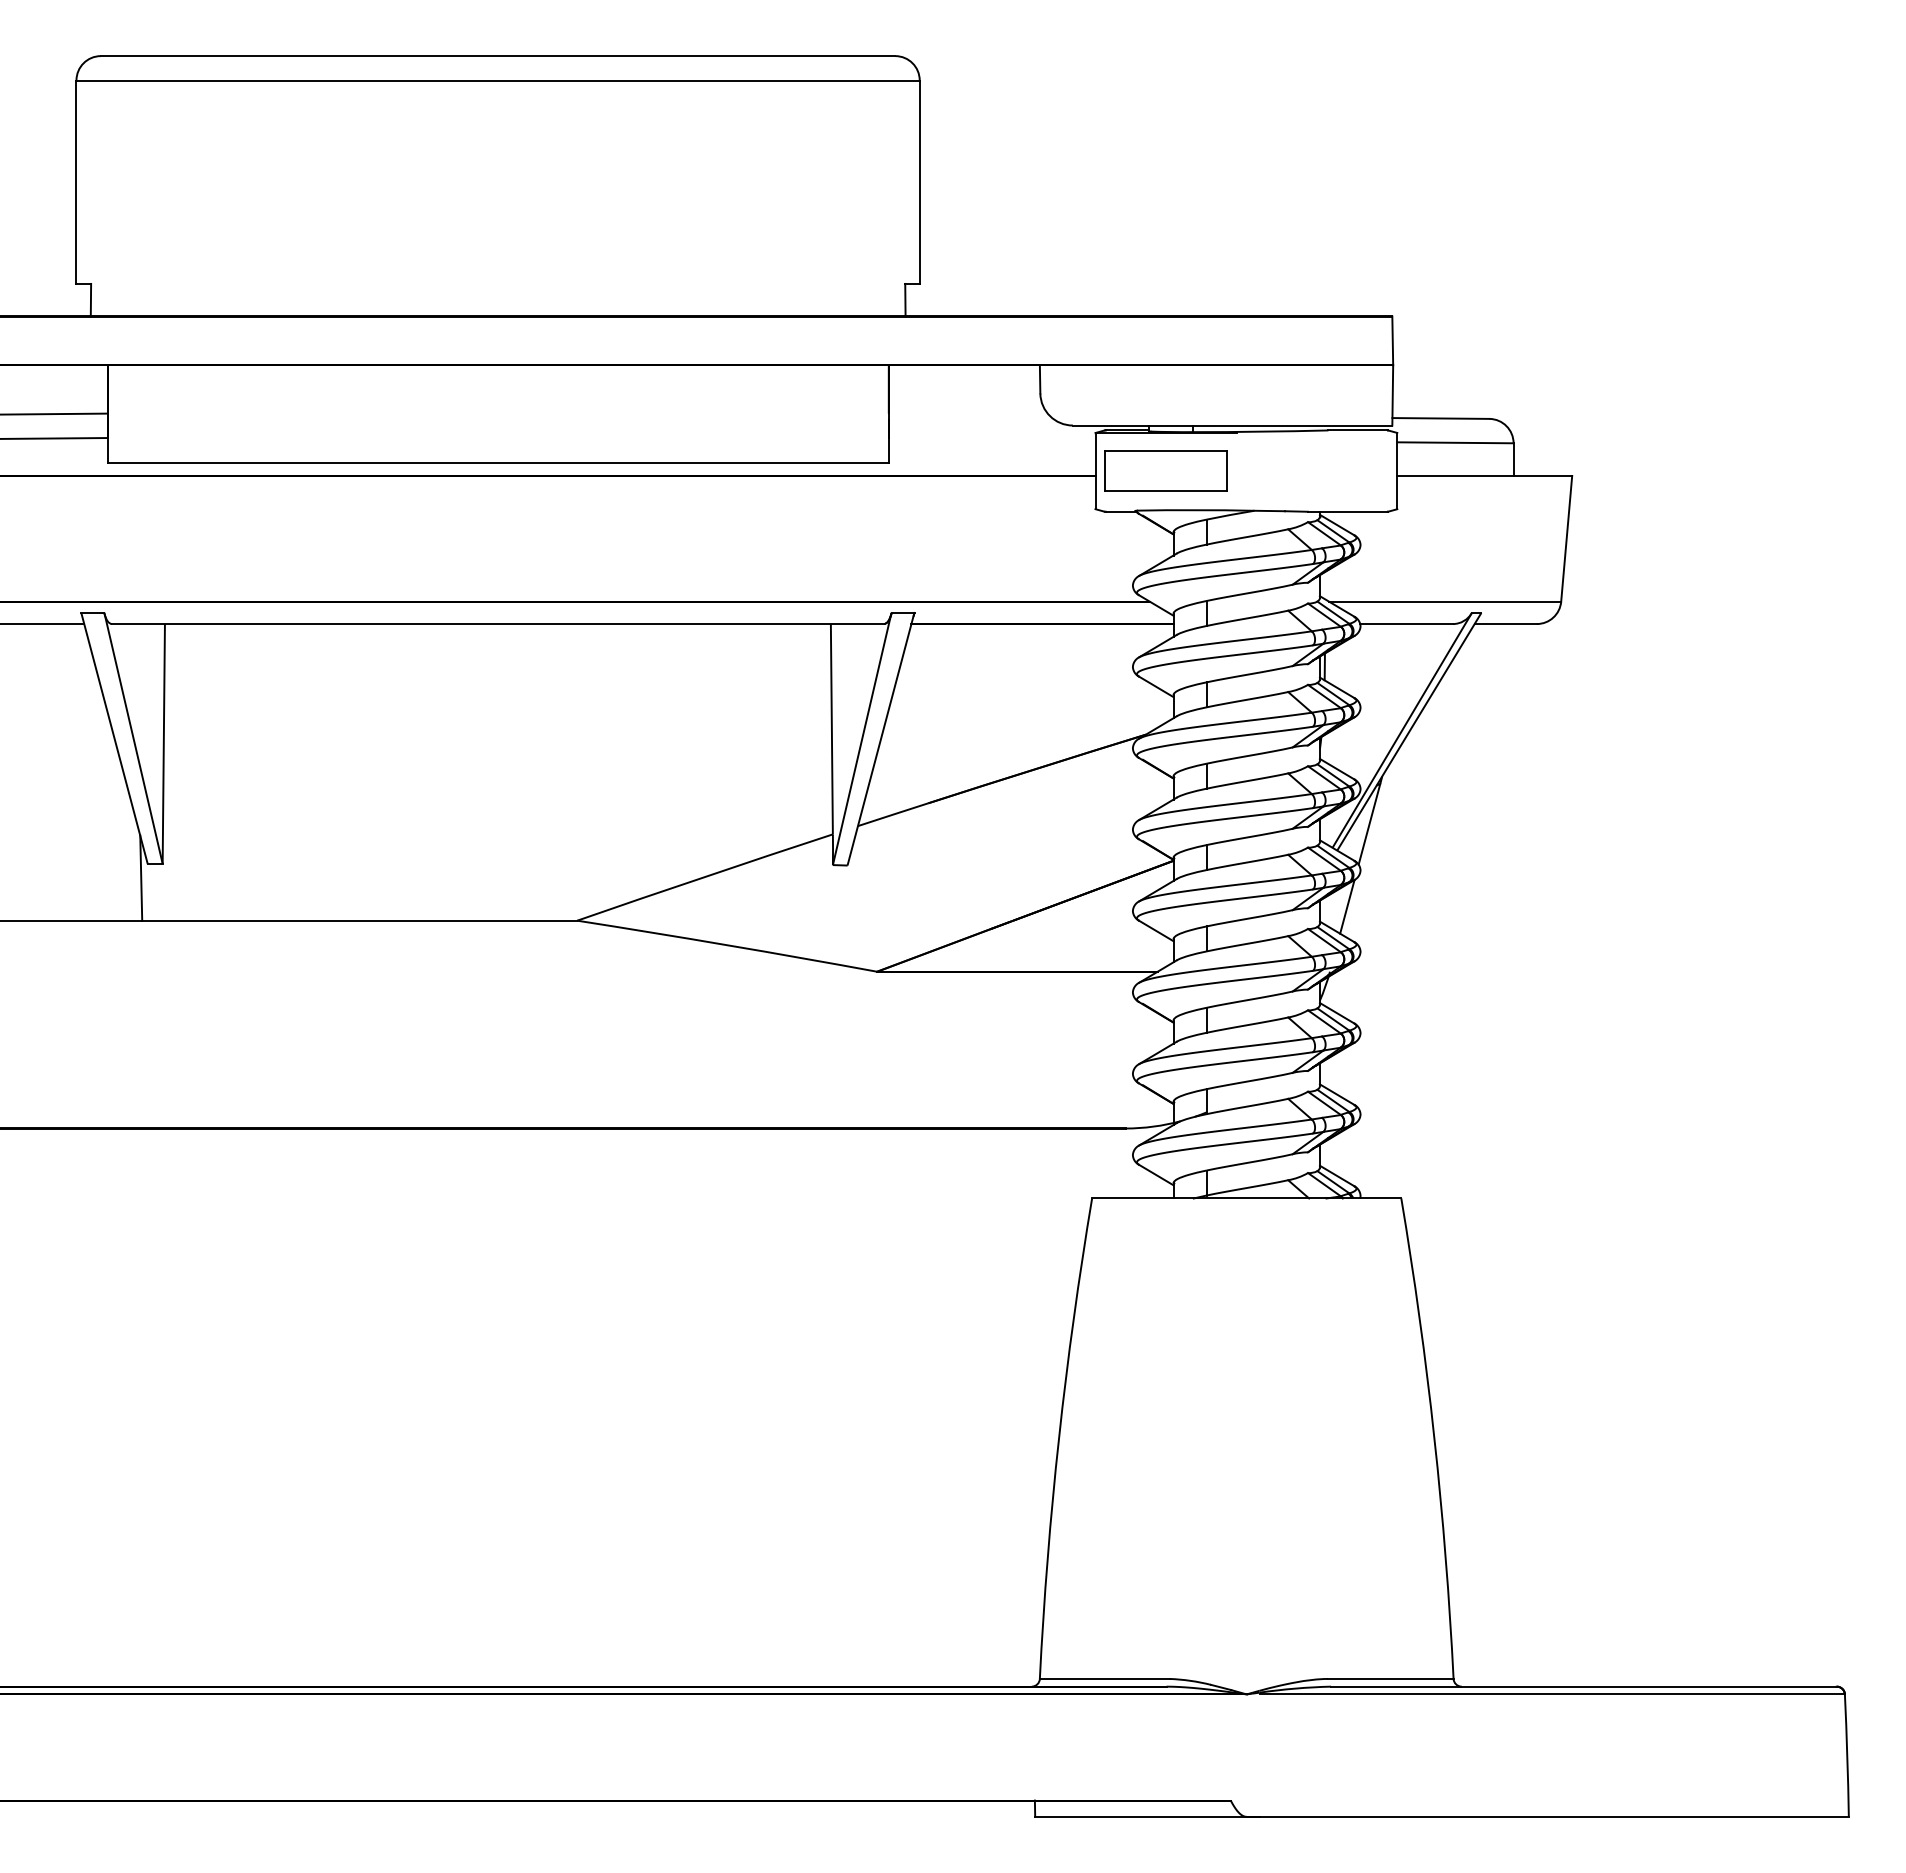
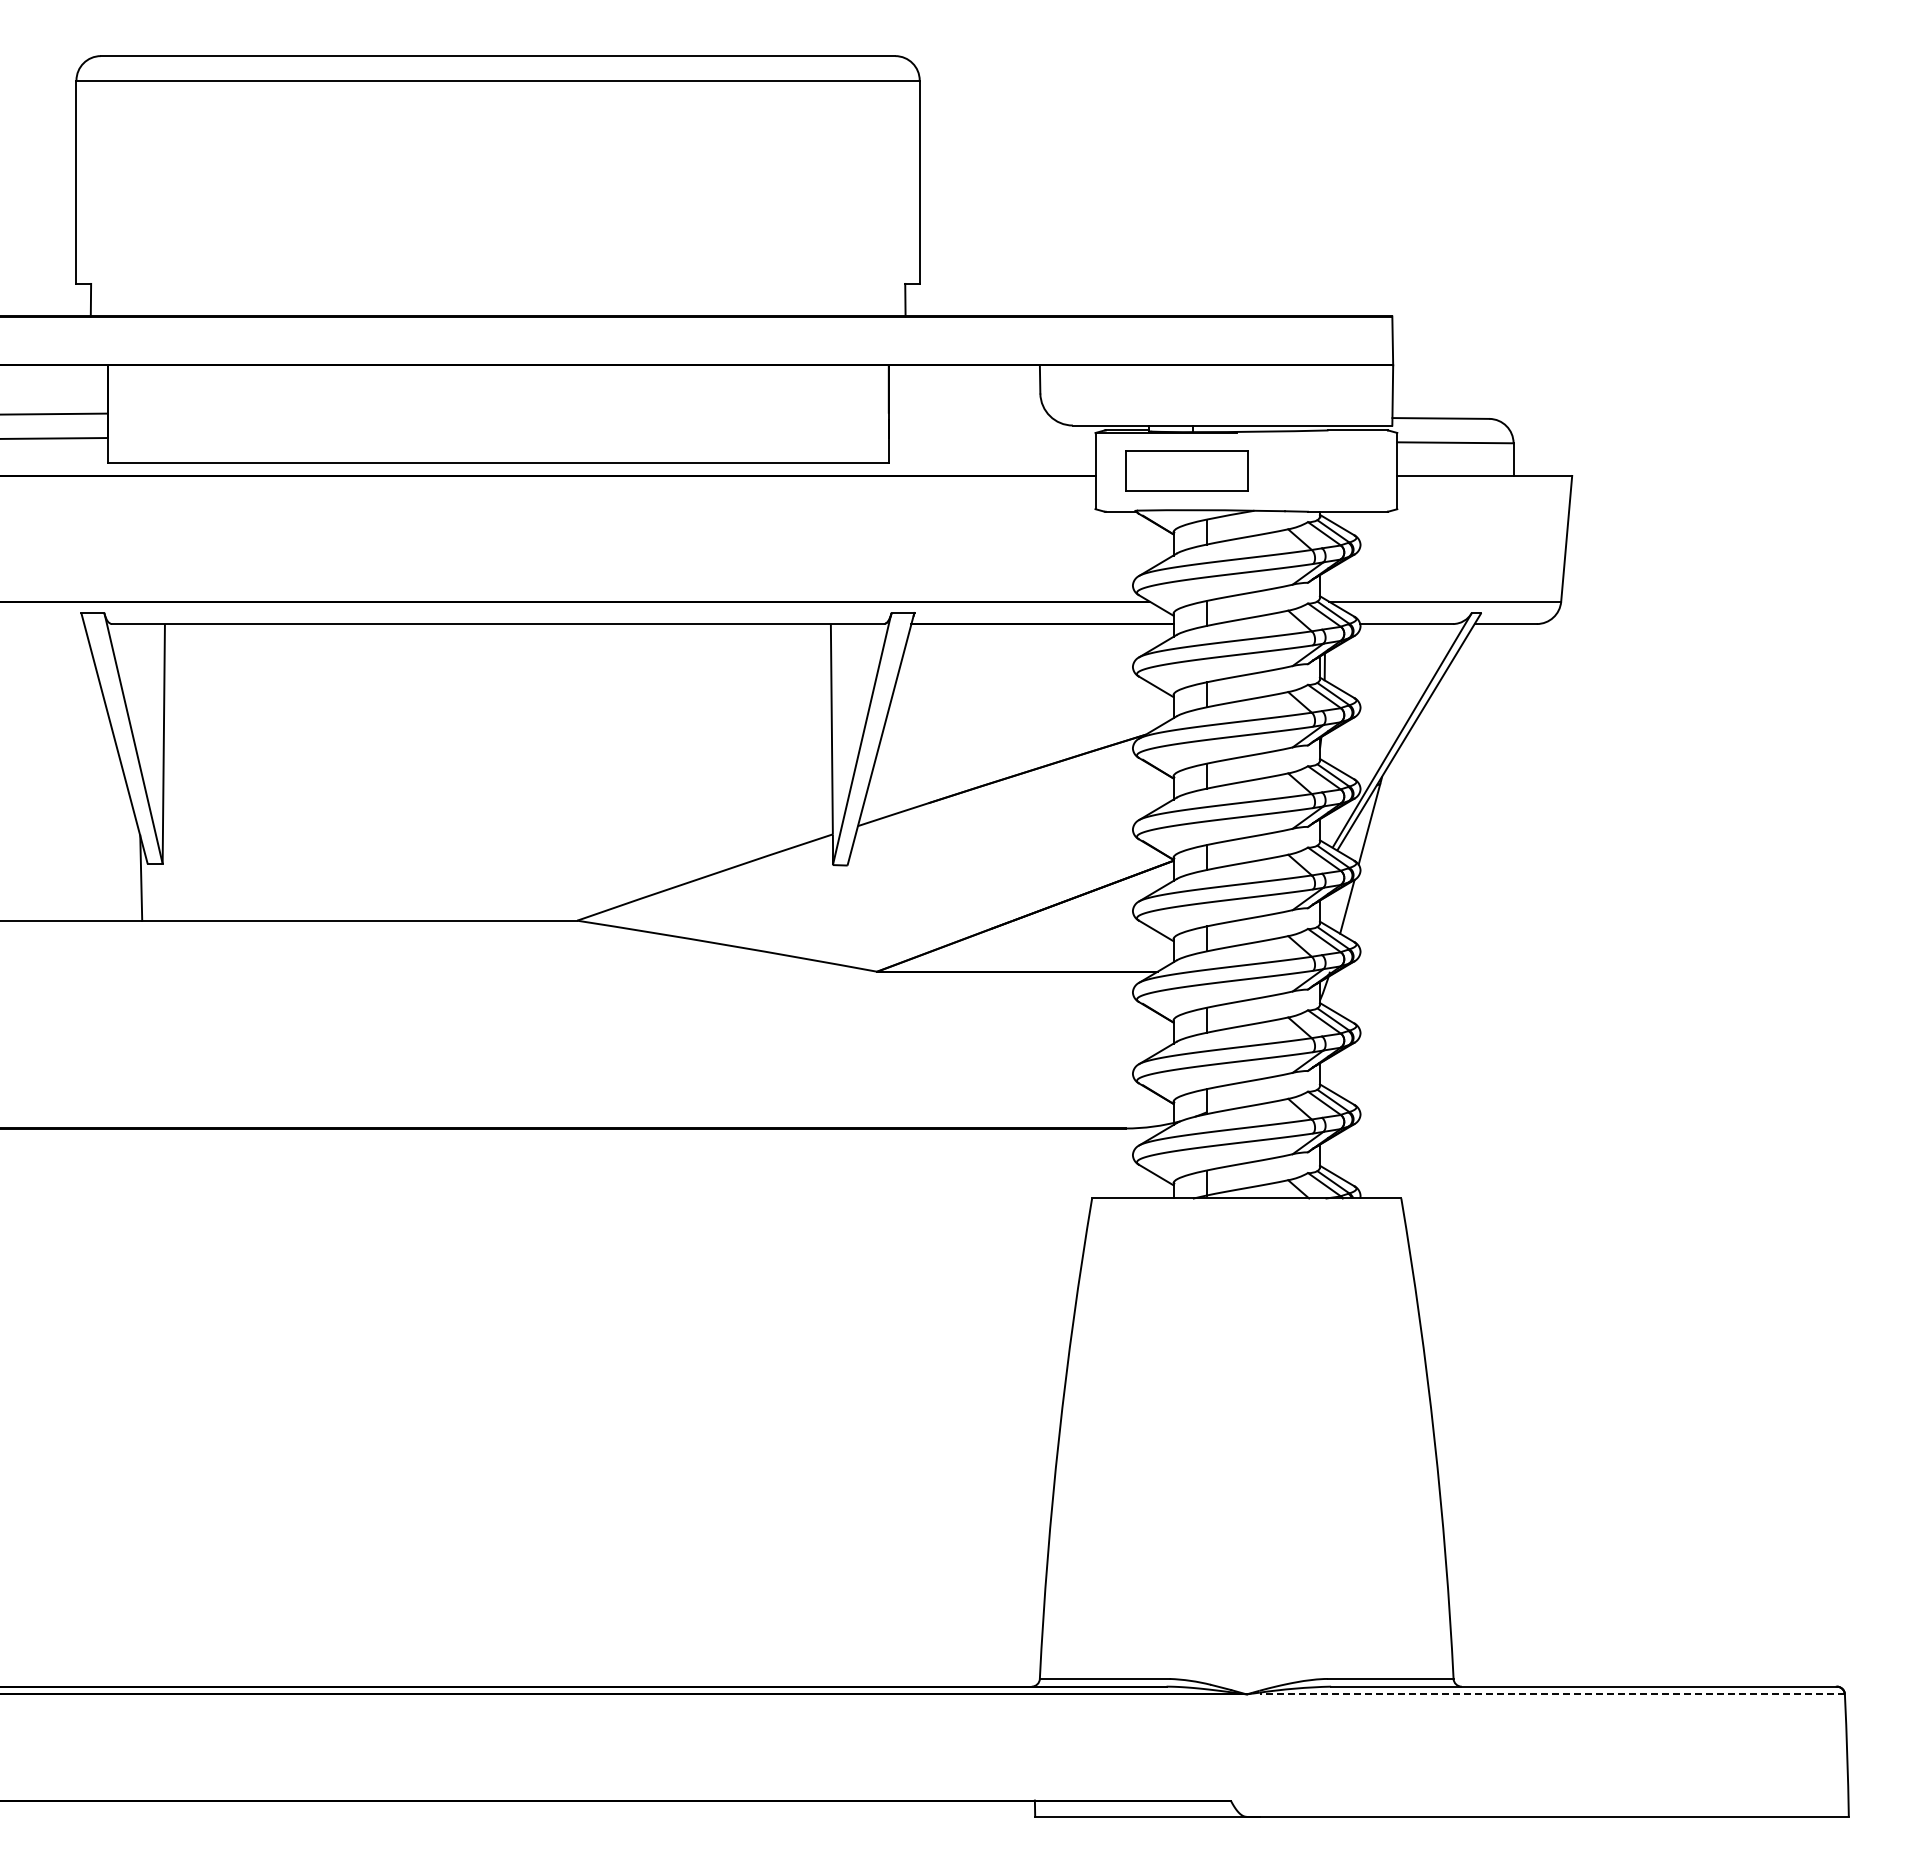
part at (1165, 470) position: (1165, 470) -> (1186, 470)
line at (43, 624): present -> none
line at (1552, 1694): solid -> dashed
